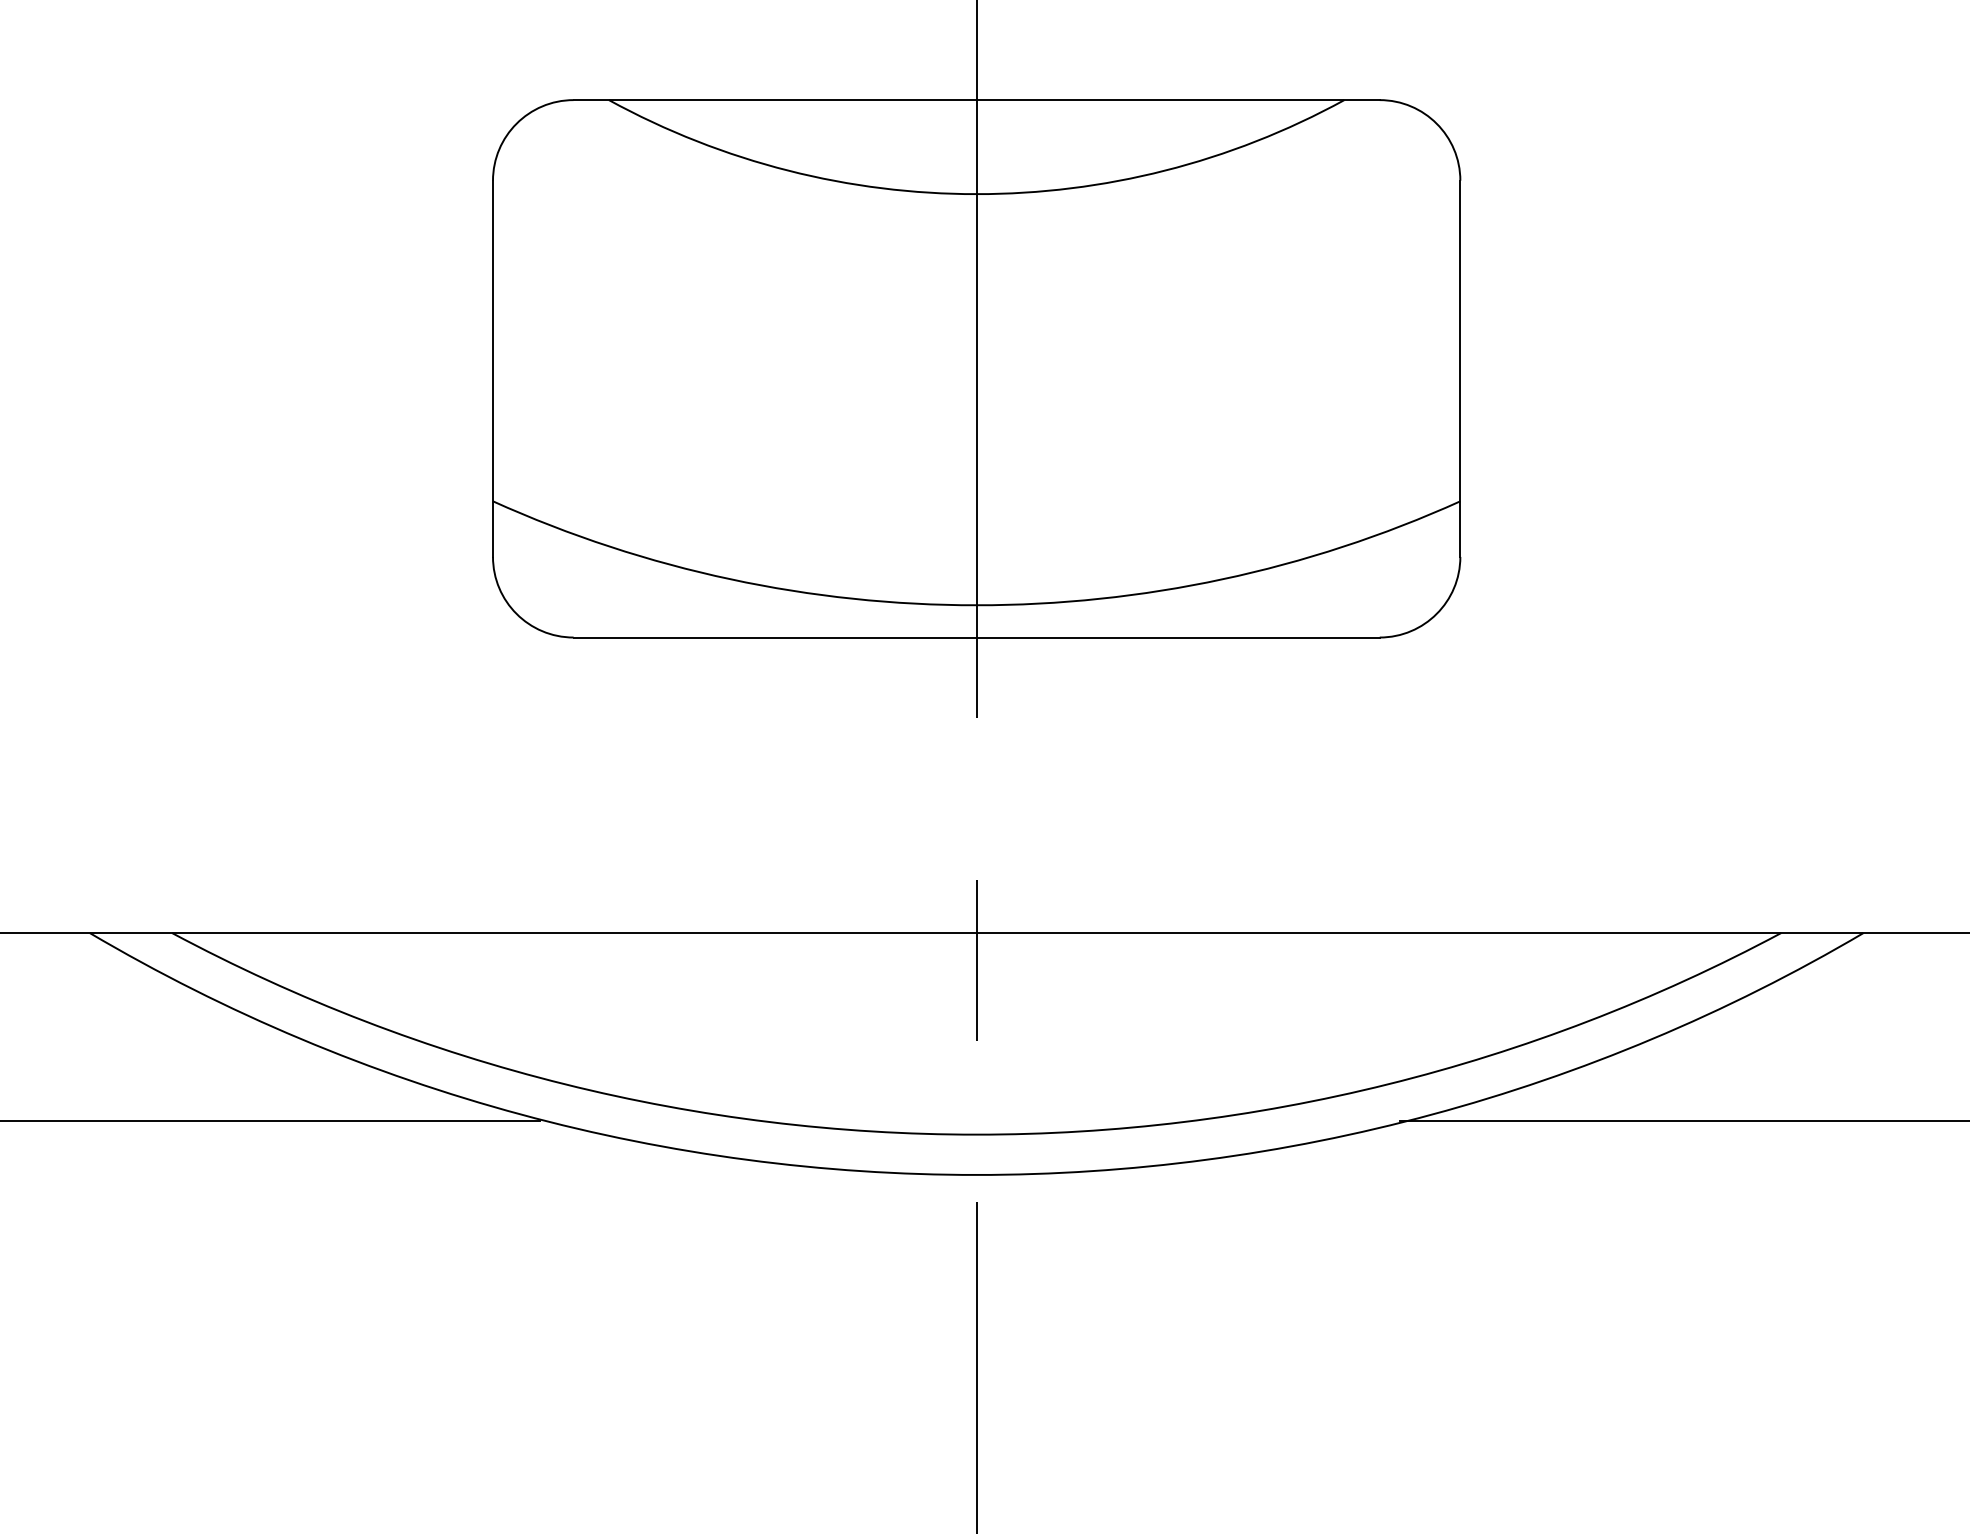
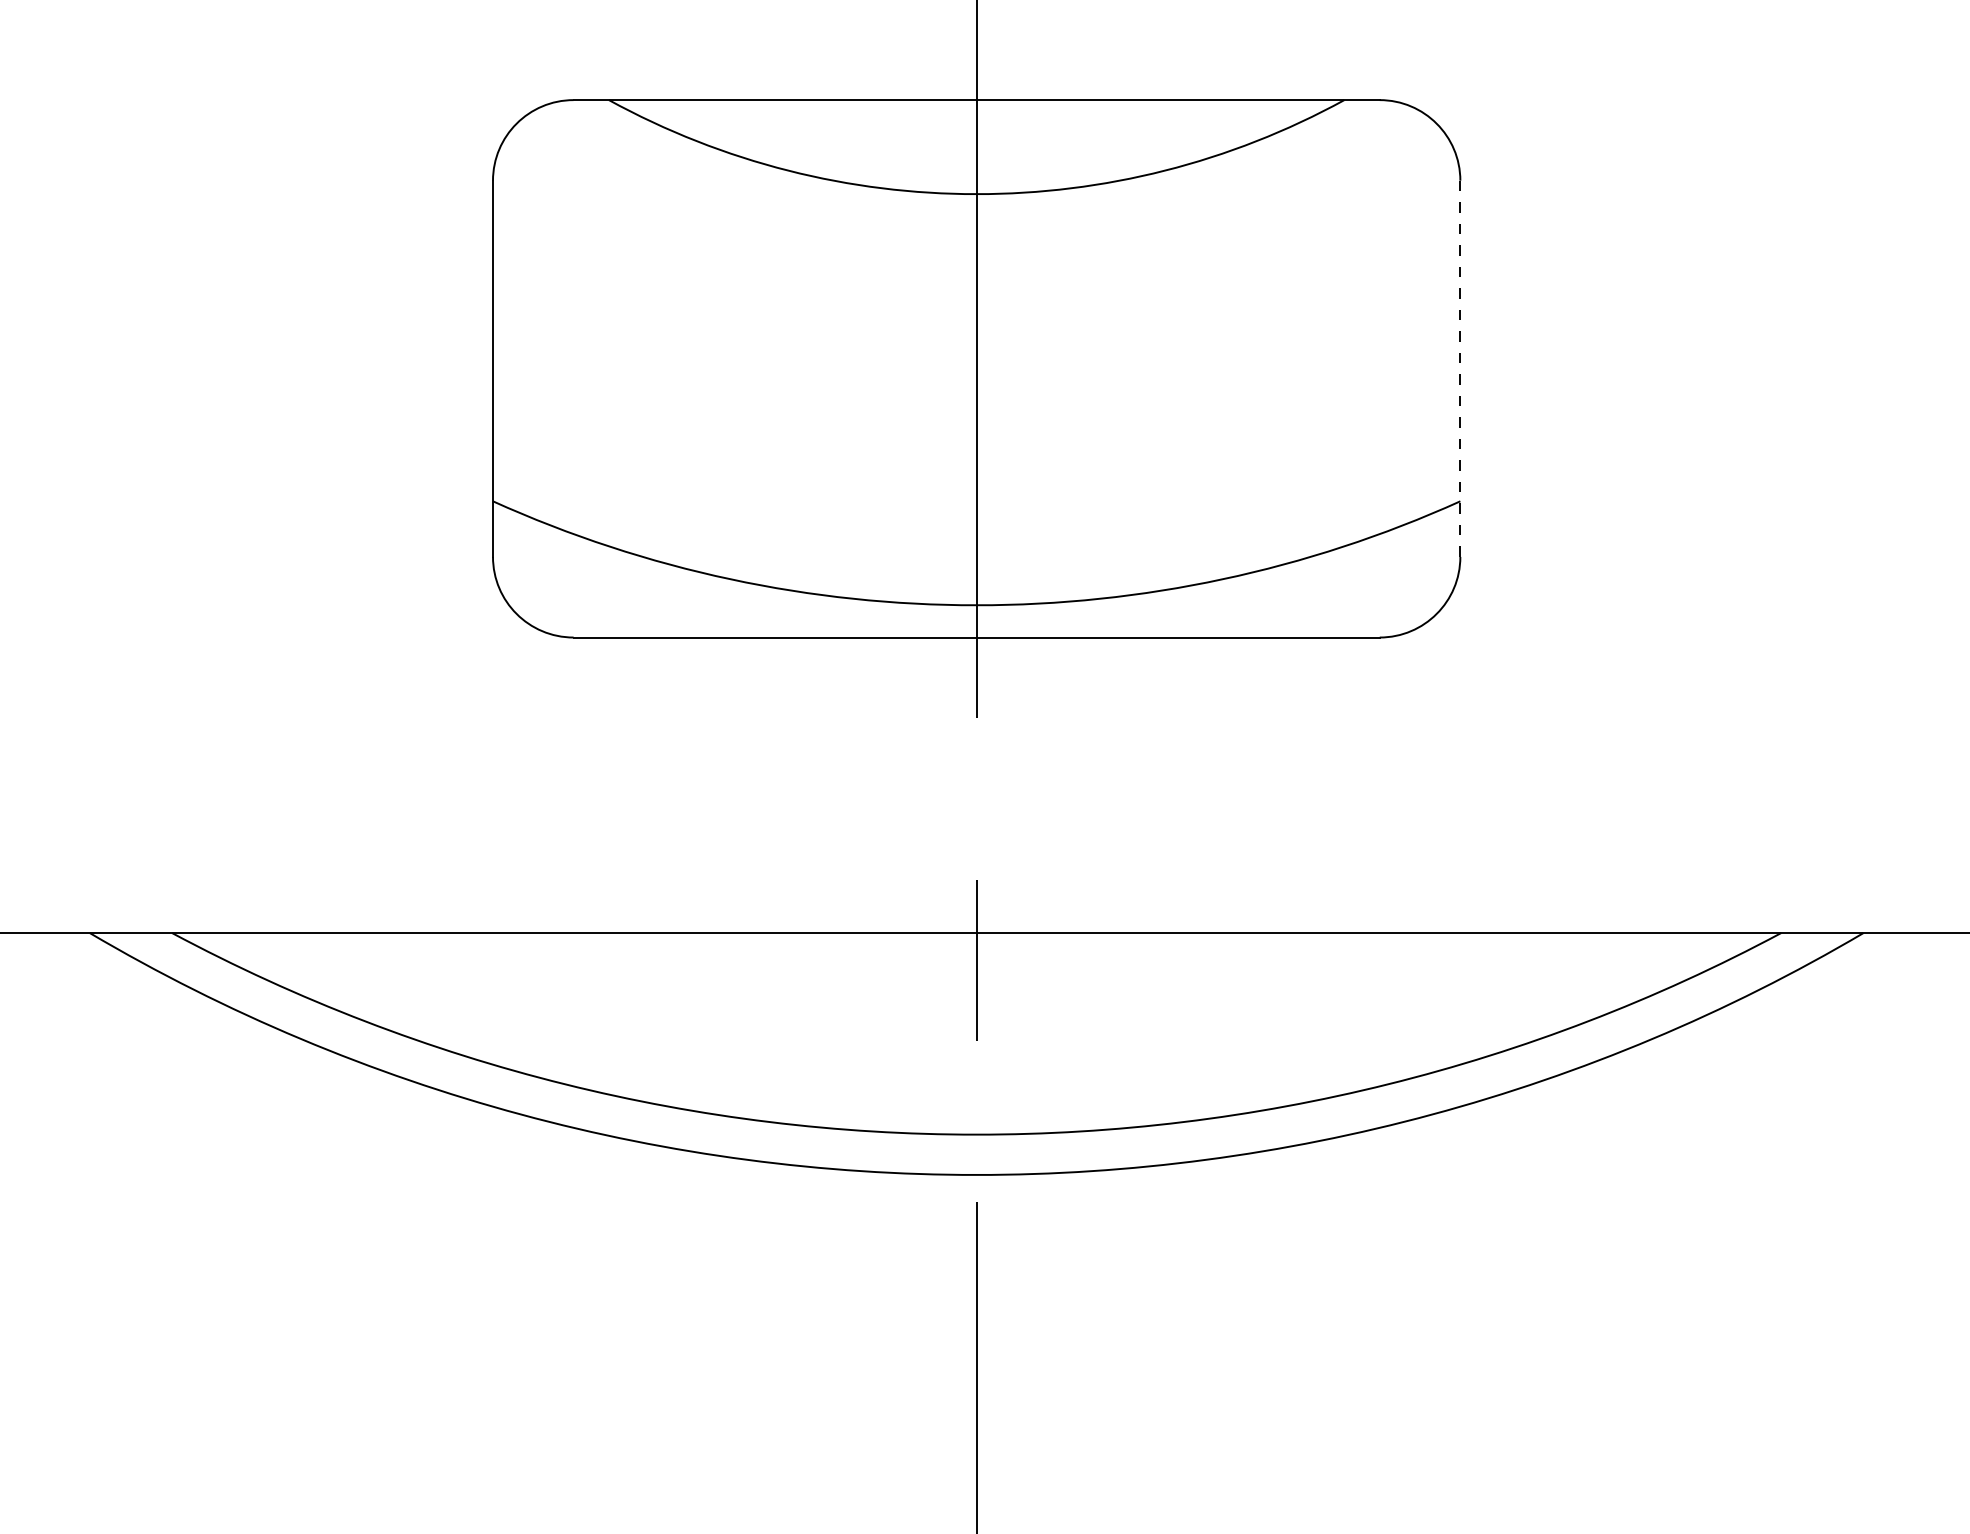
line at (1460, 369): solid -> dashed
line at (271, 1121): present -> none
line at (1682, 1121): present -> none
